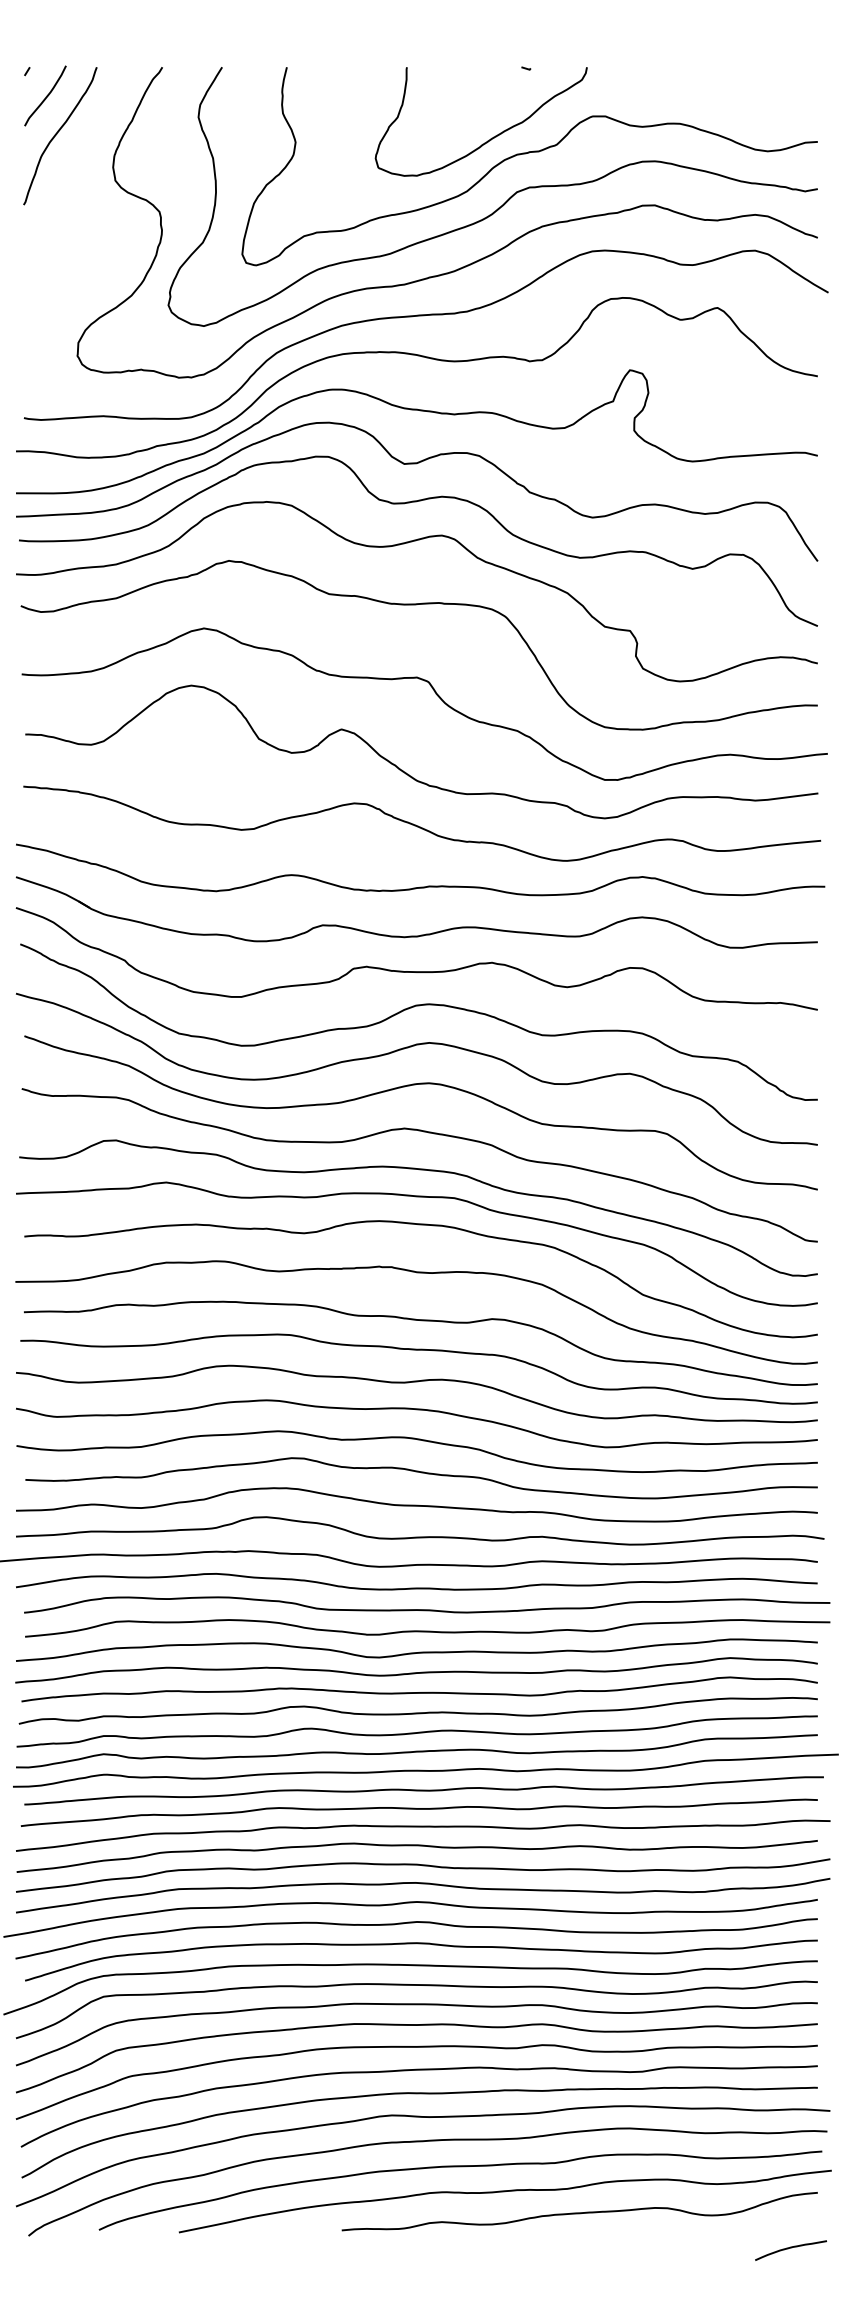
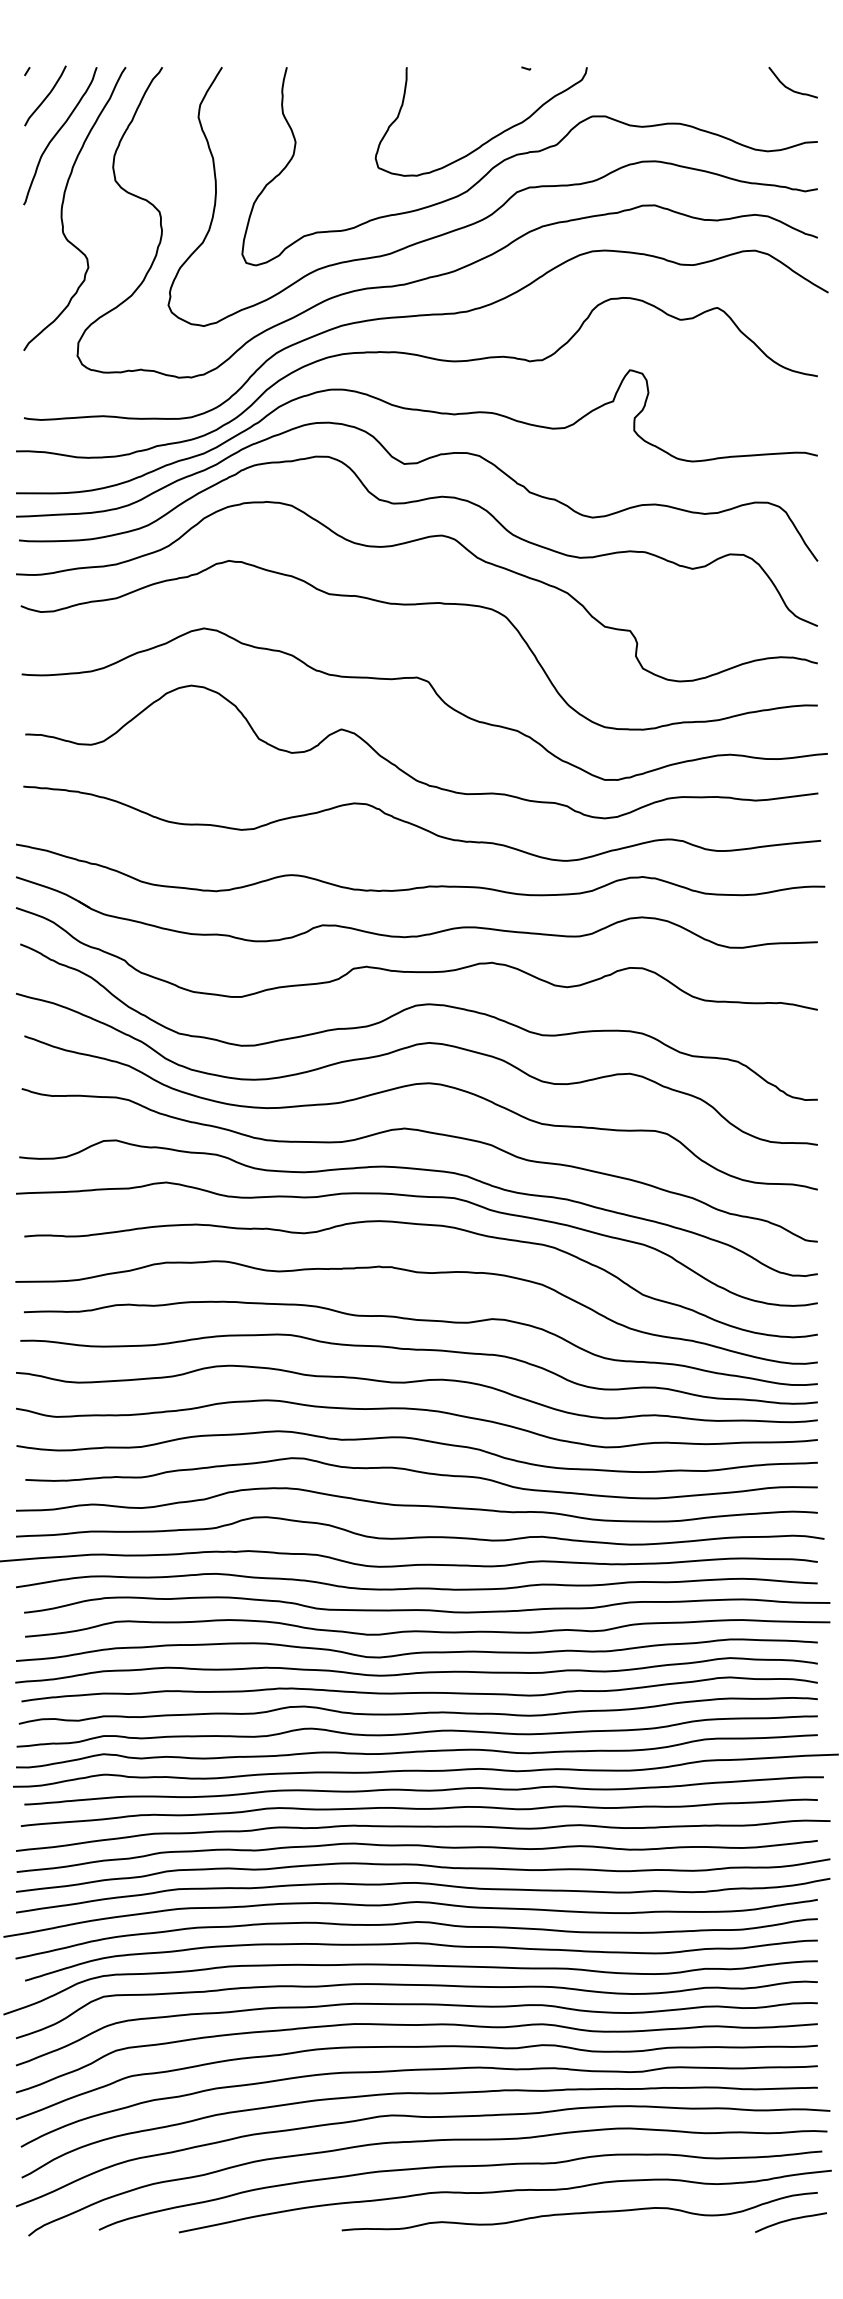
curve at (790, 88): none -> present
curve at (63, 205): none -> present
curve at (790, 2248) position: (790, 2248) -> (790, 2220)
